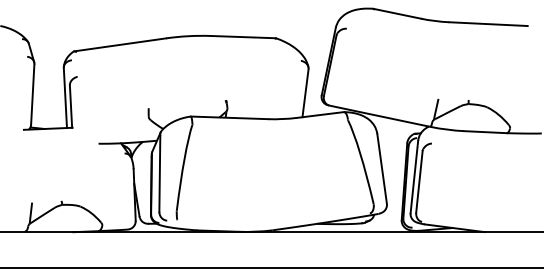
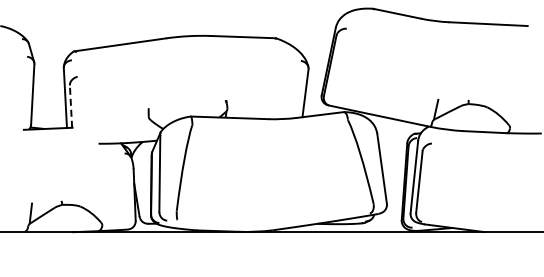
line at (70, 106): solid -> dashed
line at (271, 268): present -> none
